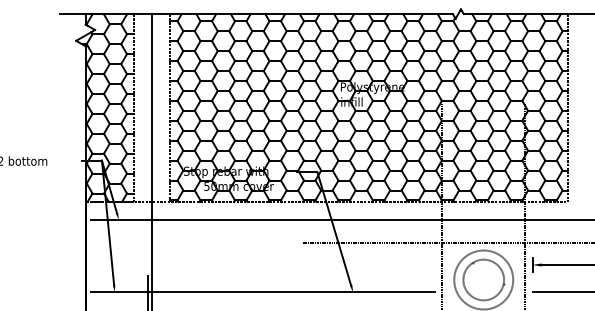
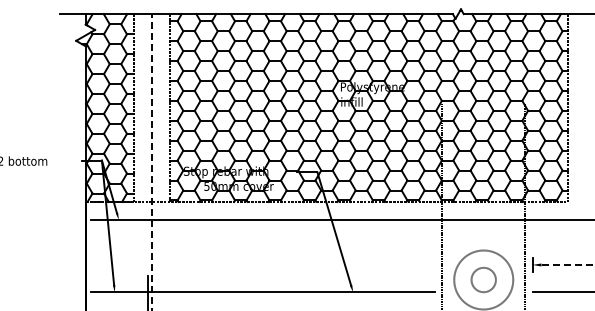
line at (151, 161): solid -> dashed
line at (446, 243): present -> none
line at (568, 264): solid -> dashed
circle at (483, 279) diameter: 41 px -> 24 px
